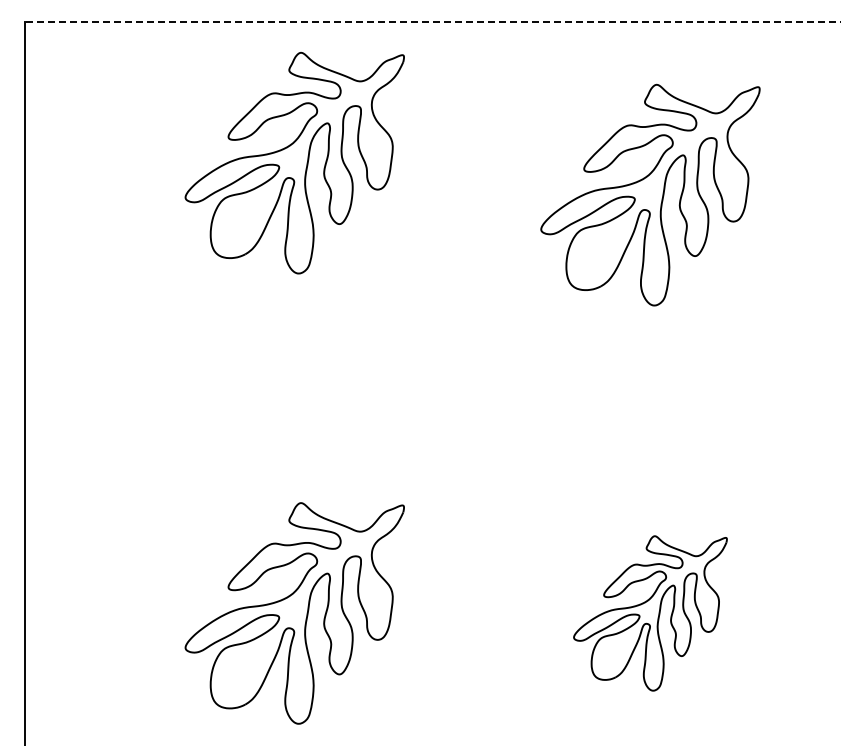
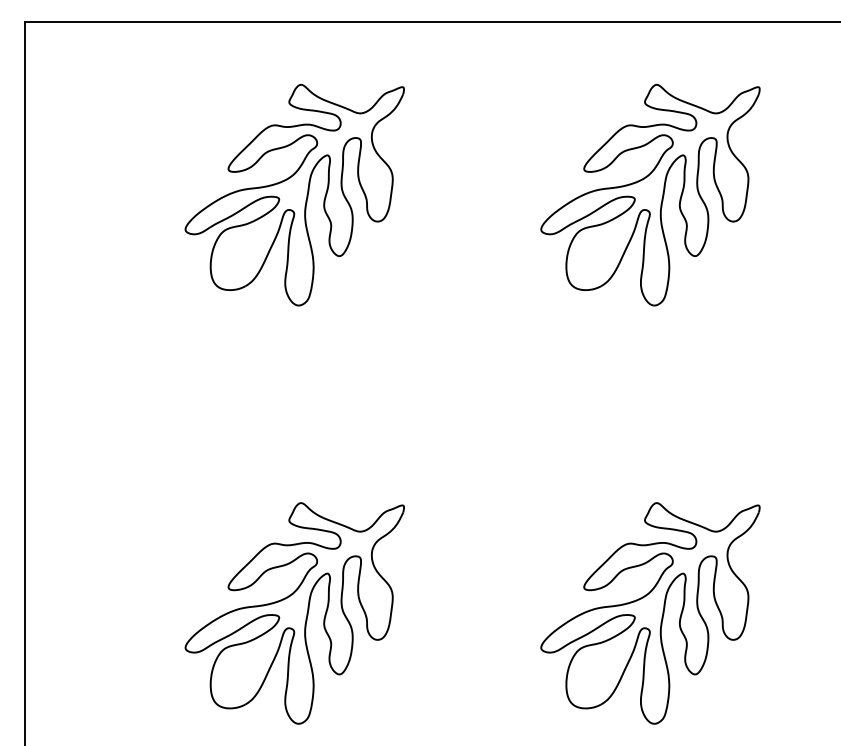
line at (432, 22): dashed -> solid
part at (294, 163) position: (294, 163) -> (294, 195)
part at (650, 613) size: 155x157 px -> 221x223 px
